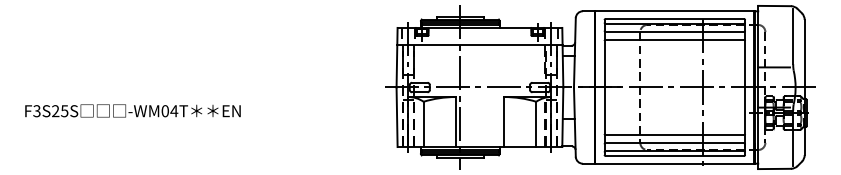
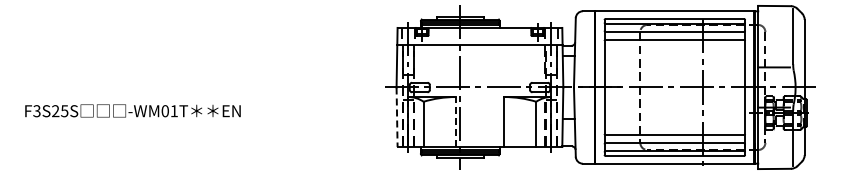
text at (174, 111): -WM04T -> -WM01T
line at (397, 117): solid -> dashed
line at (455, 121): solid -> dashed
